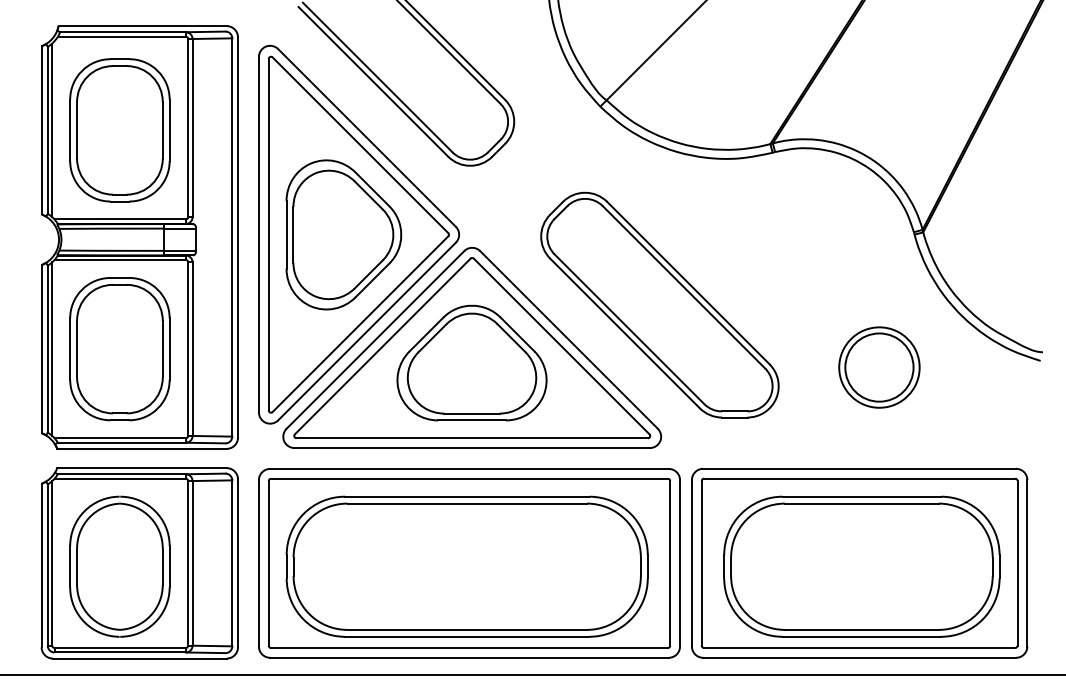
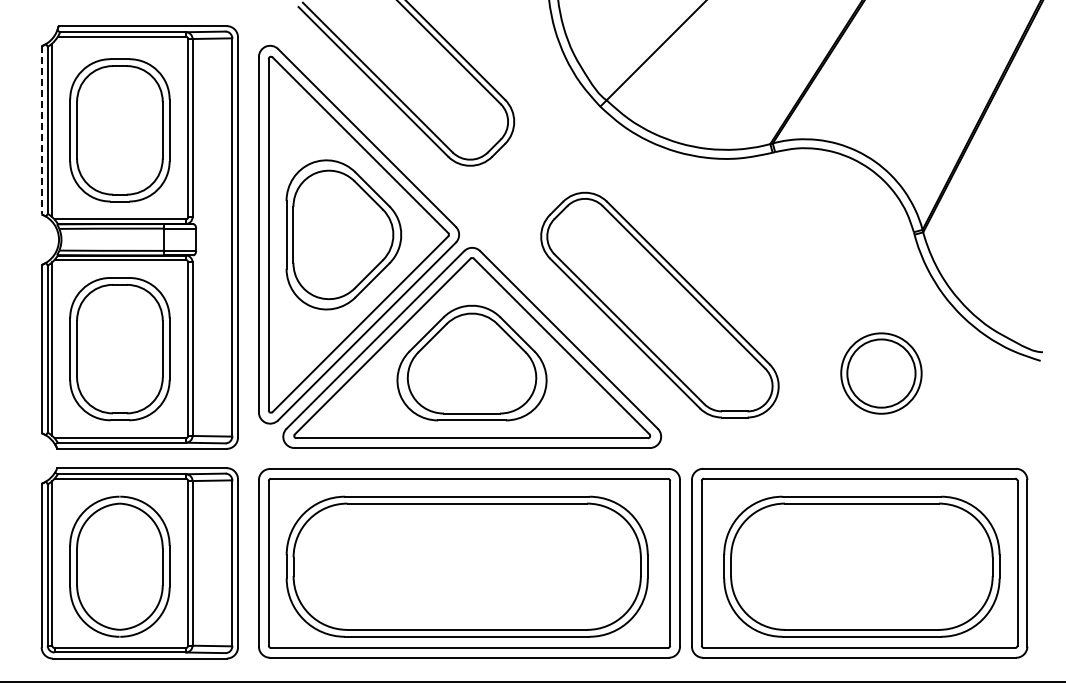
line at (41, 130): solid -> dashed
part at (879, 367) position: (879, 367) -> (881, 373)
line at (532, 675) position: (532, 675) -> (532, 682)
